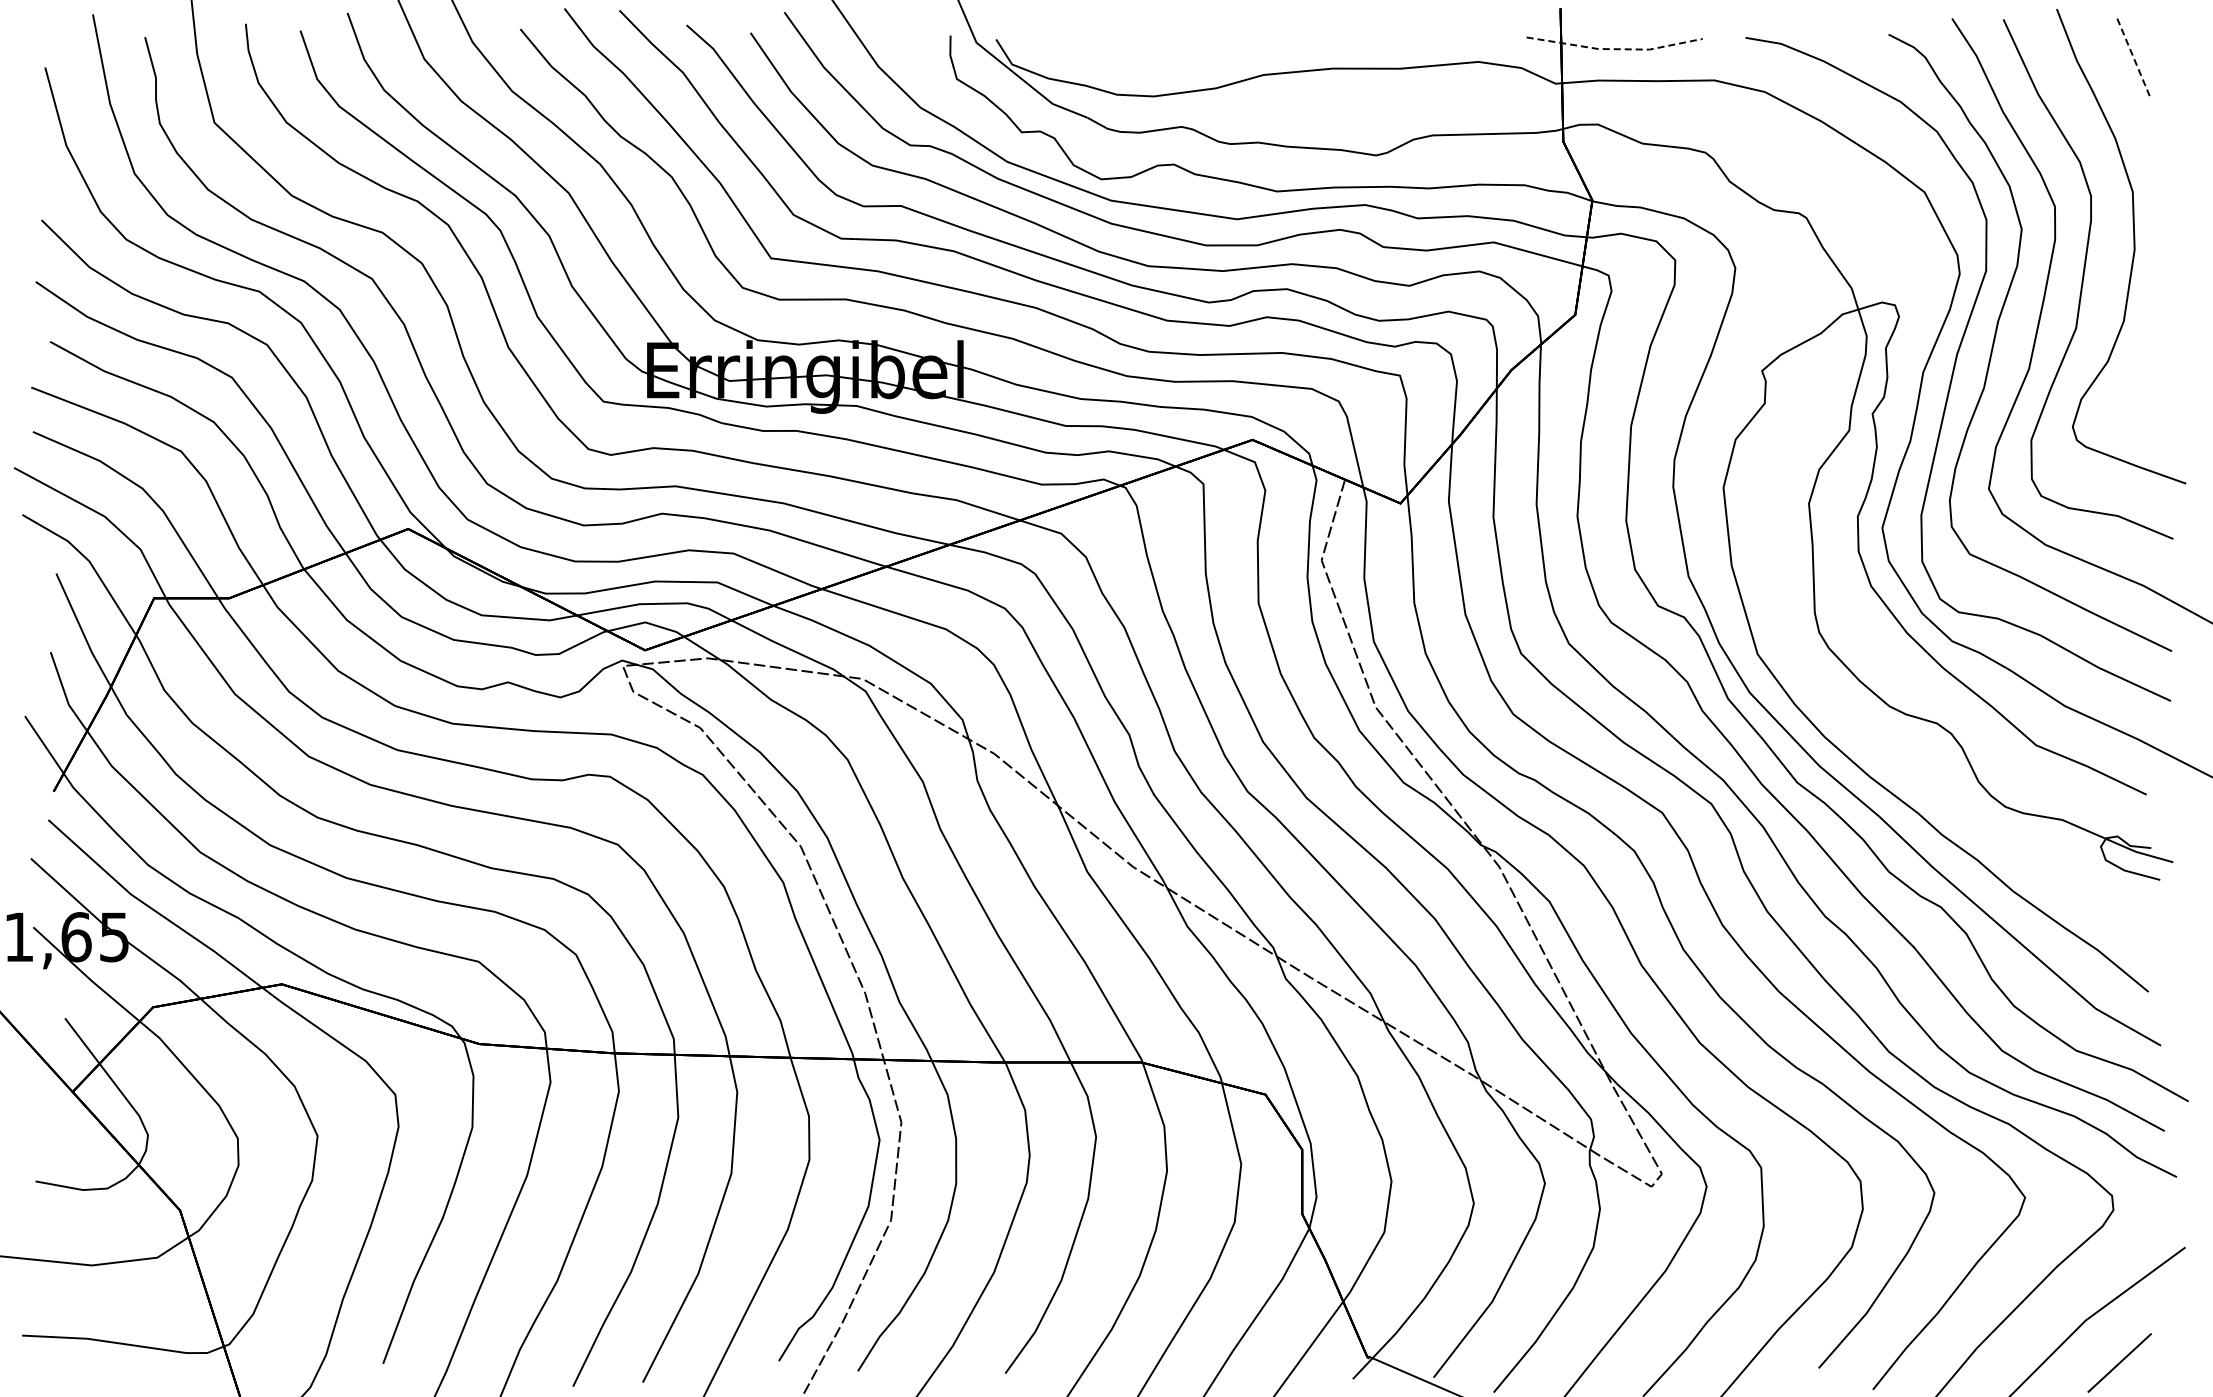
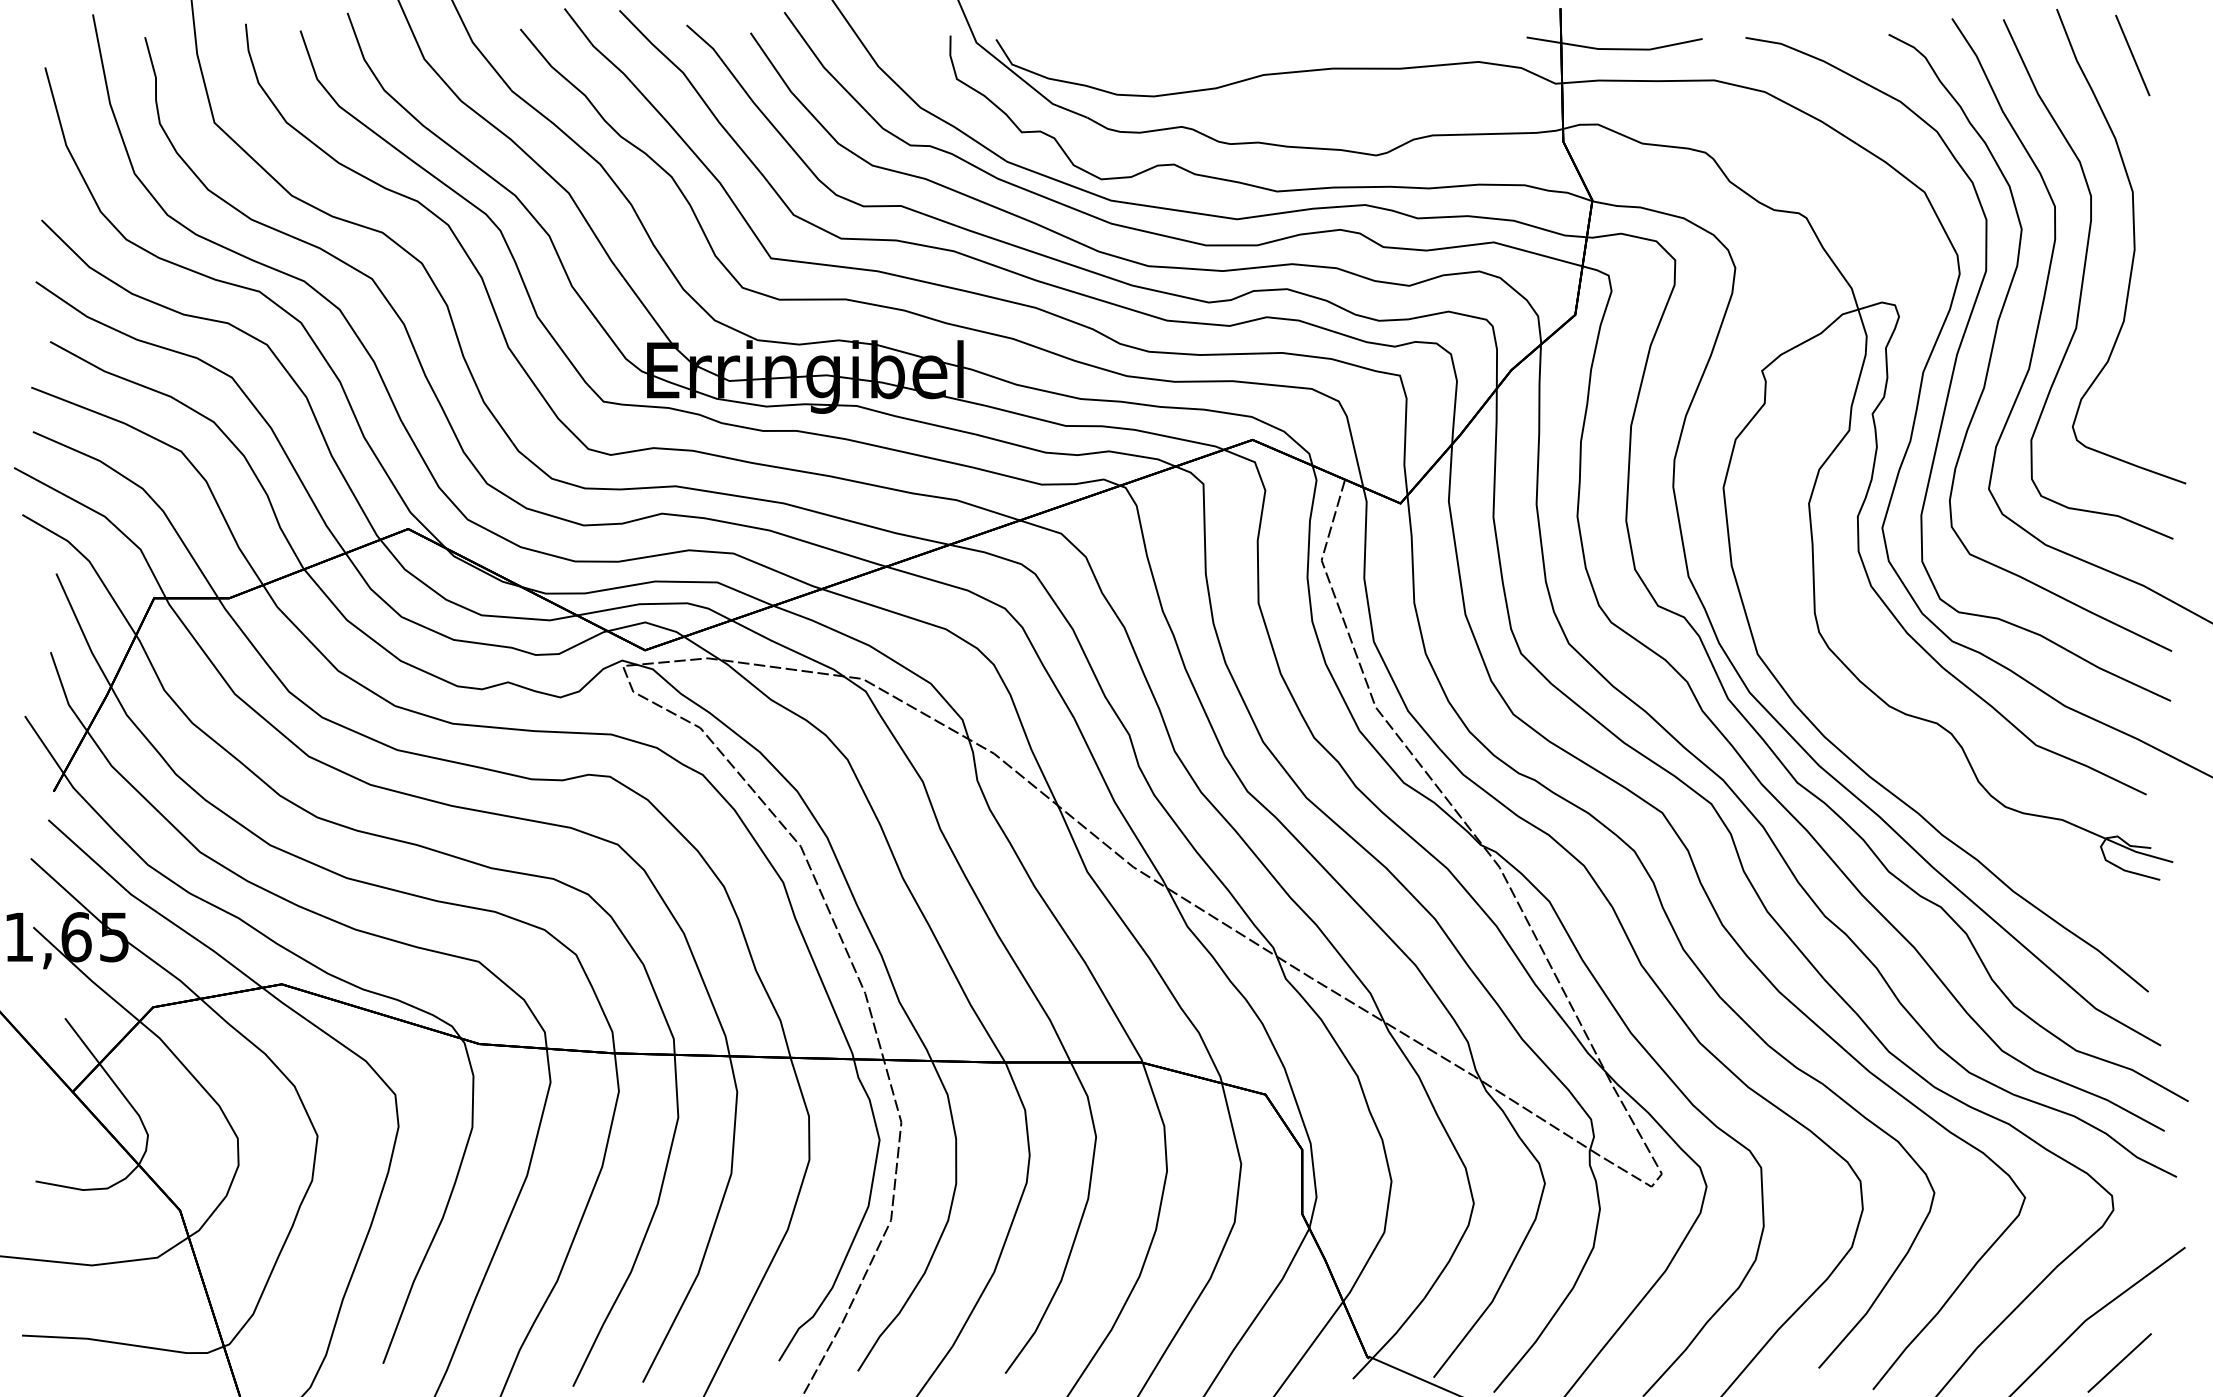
line at (1614, 49): dashed -> solid
line at (2132, 55): dashed -> solid
